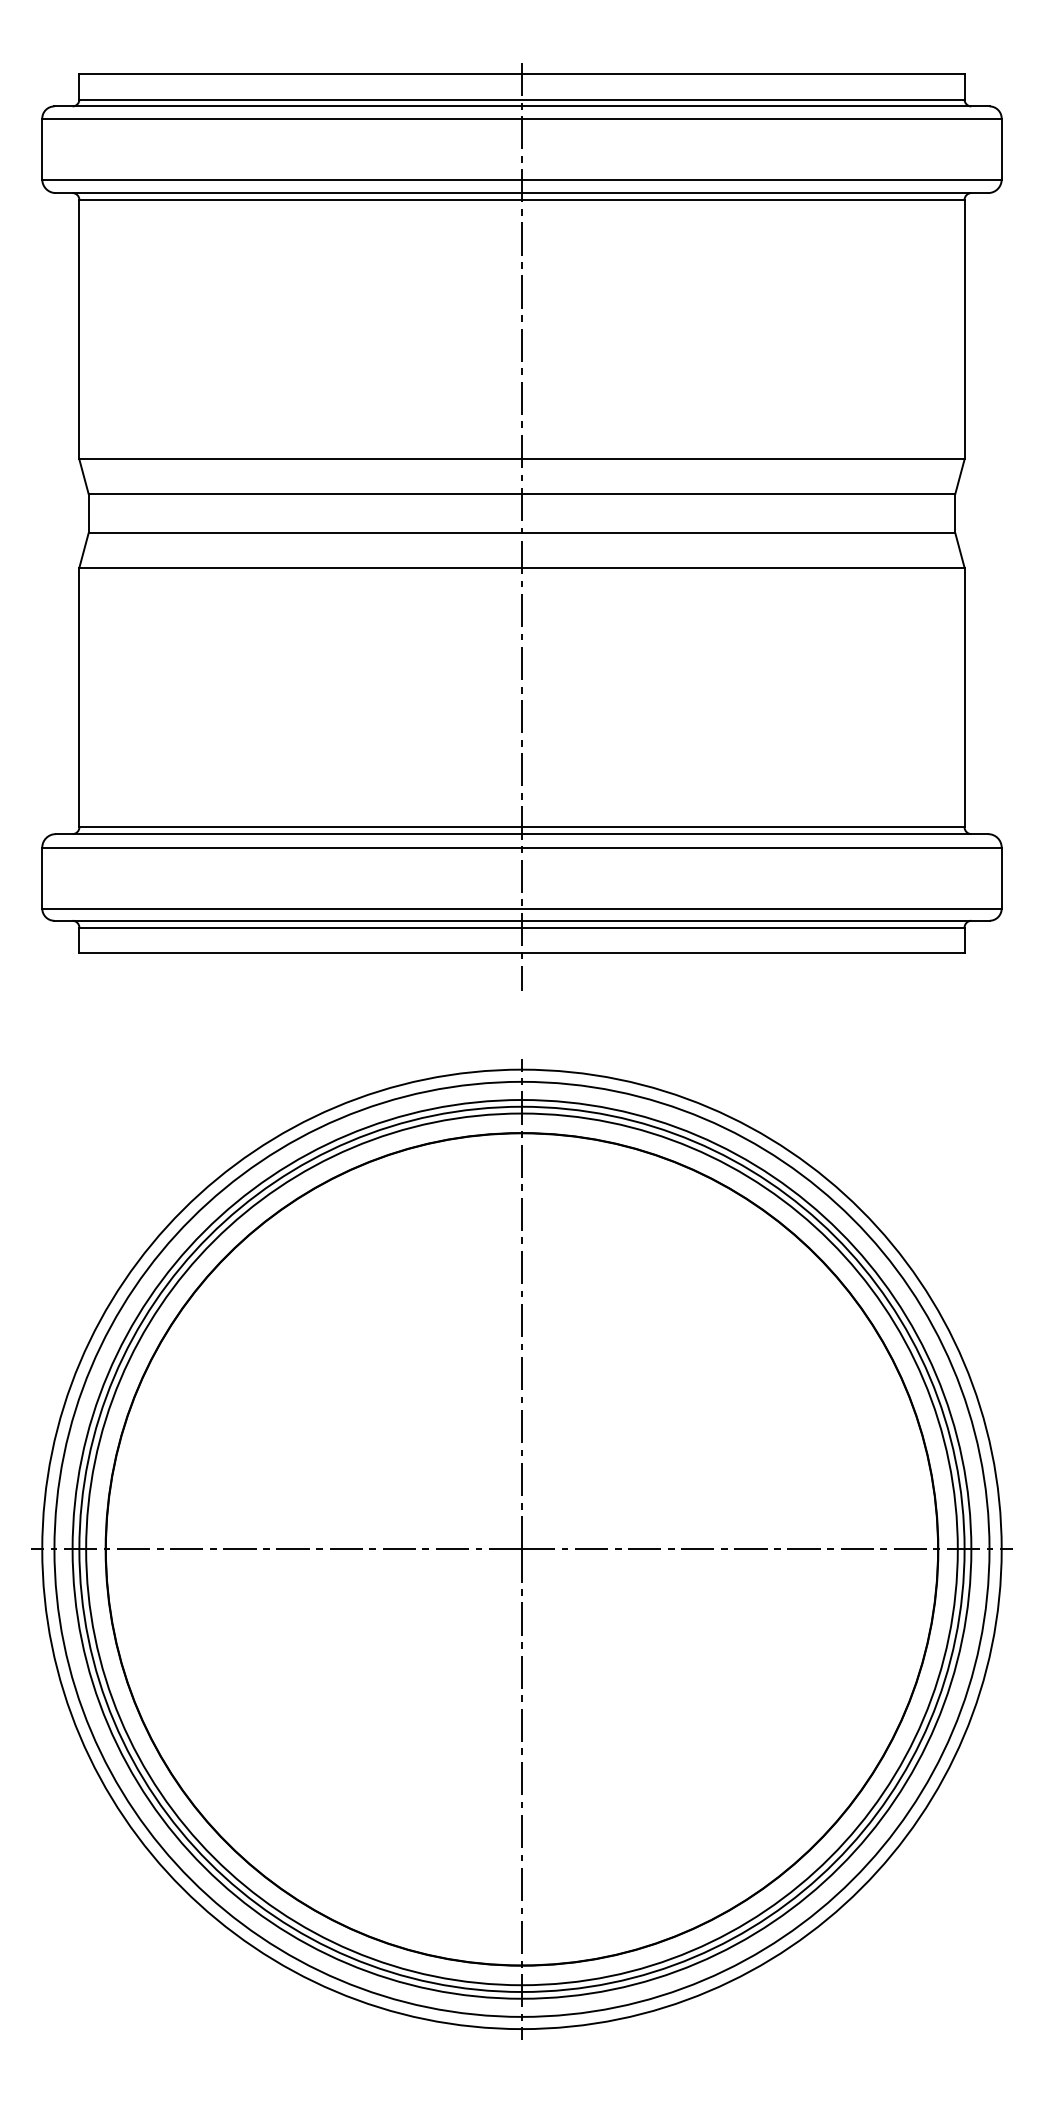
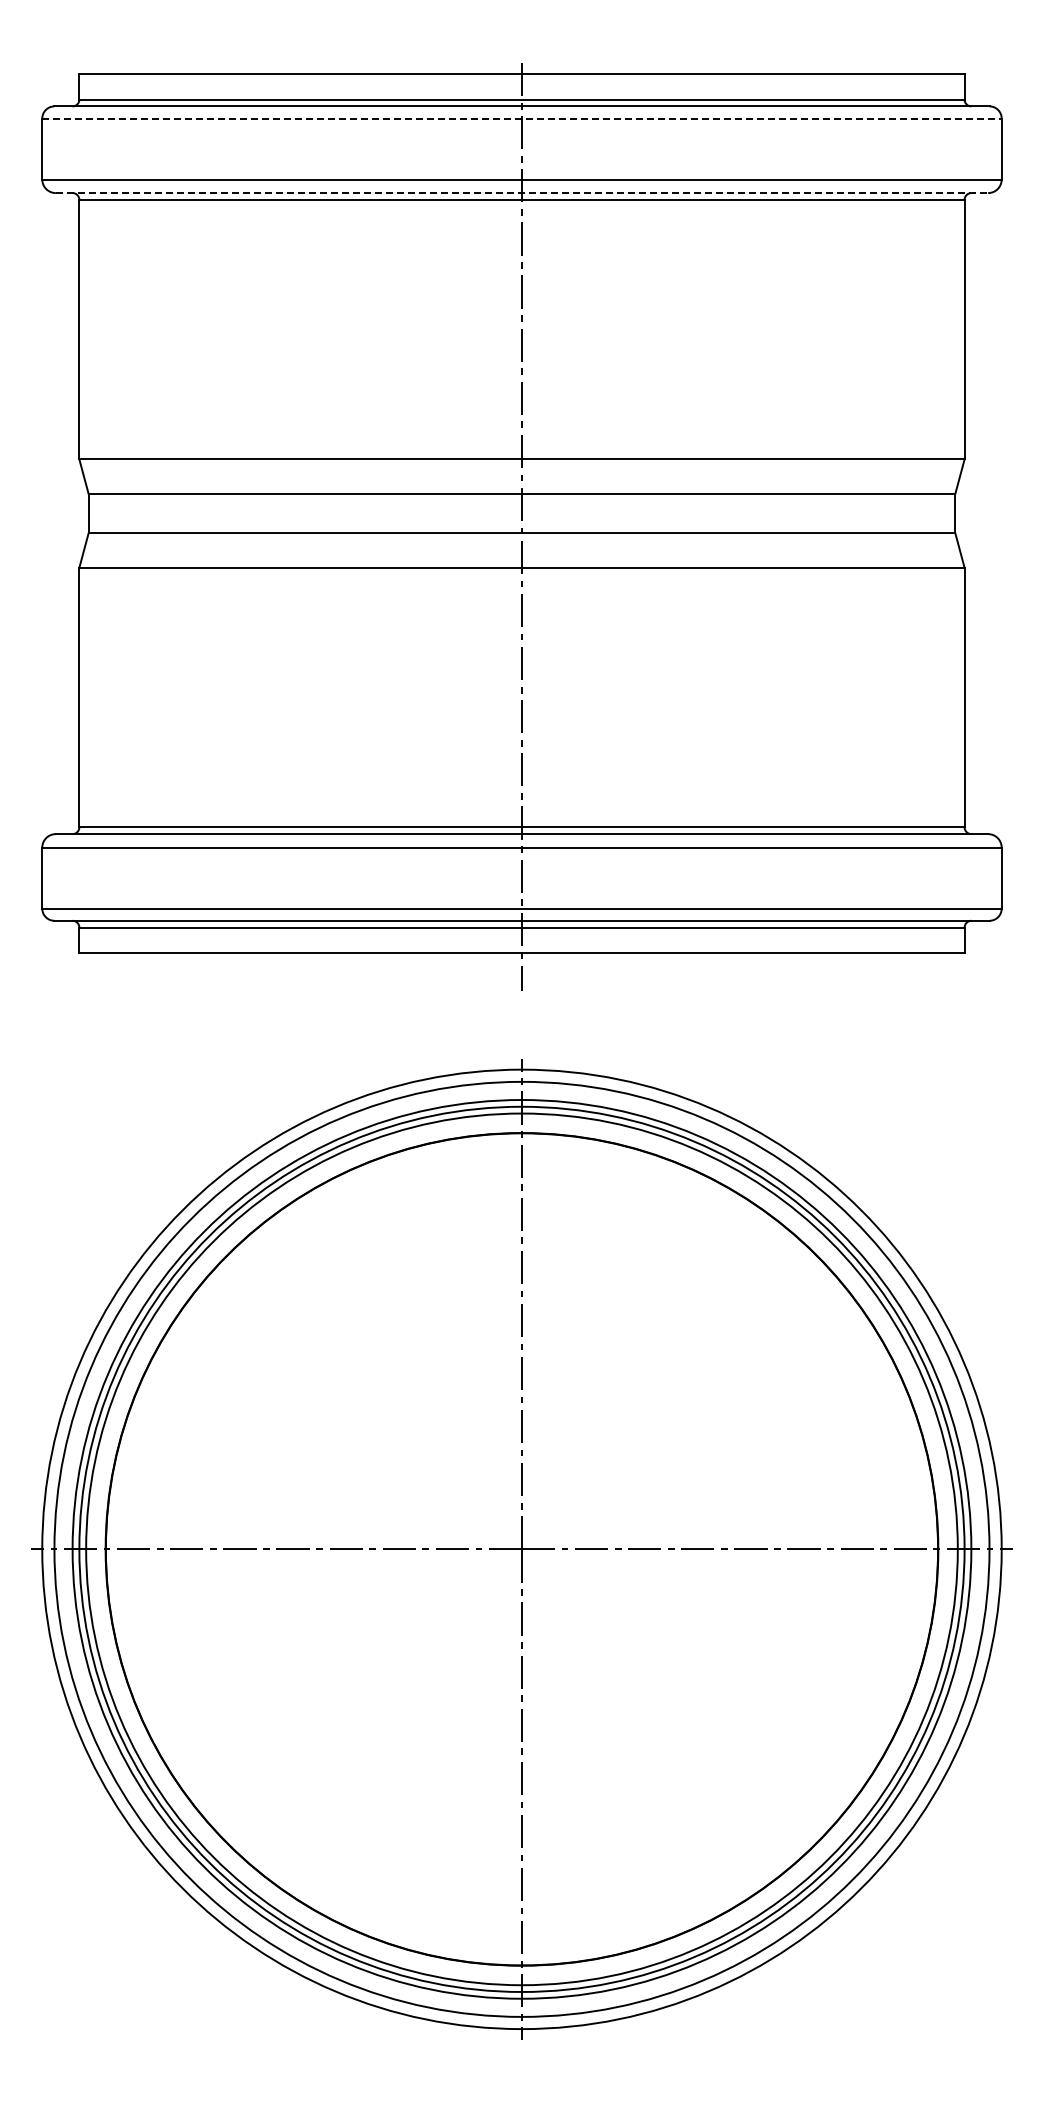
line at (521, 118): solid -> dashed
line at (522, 193): solid -> dashed
